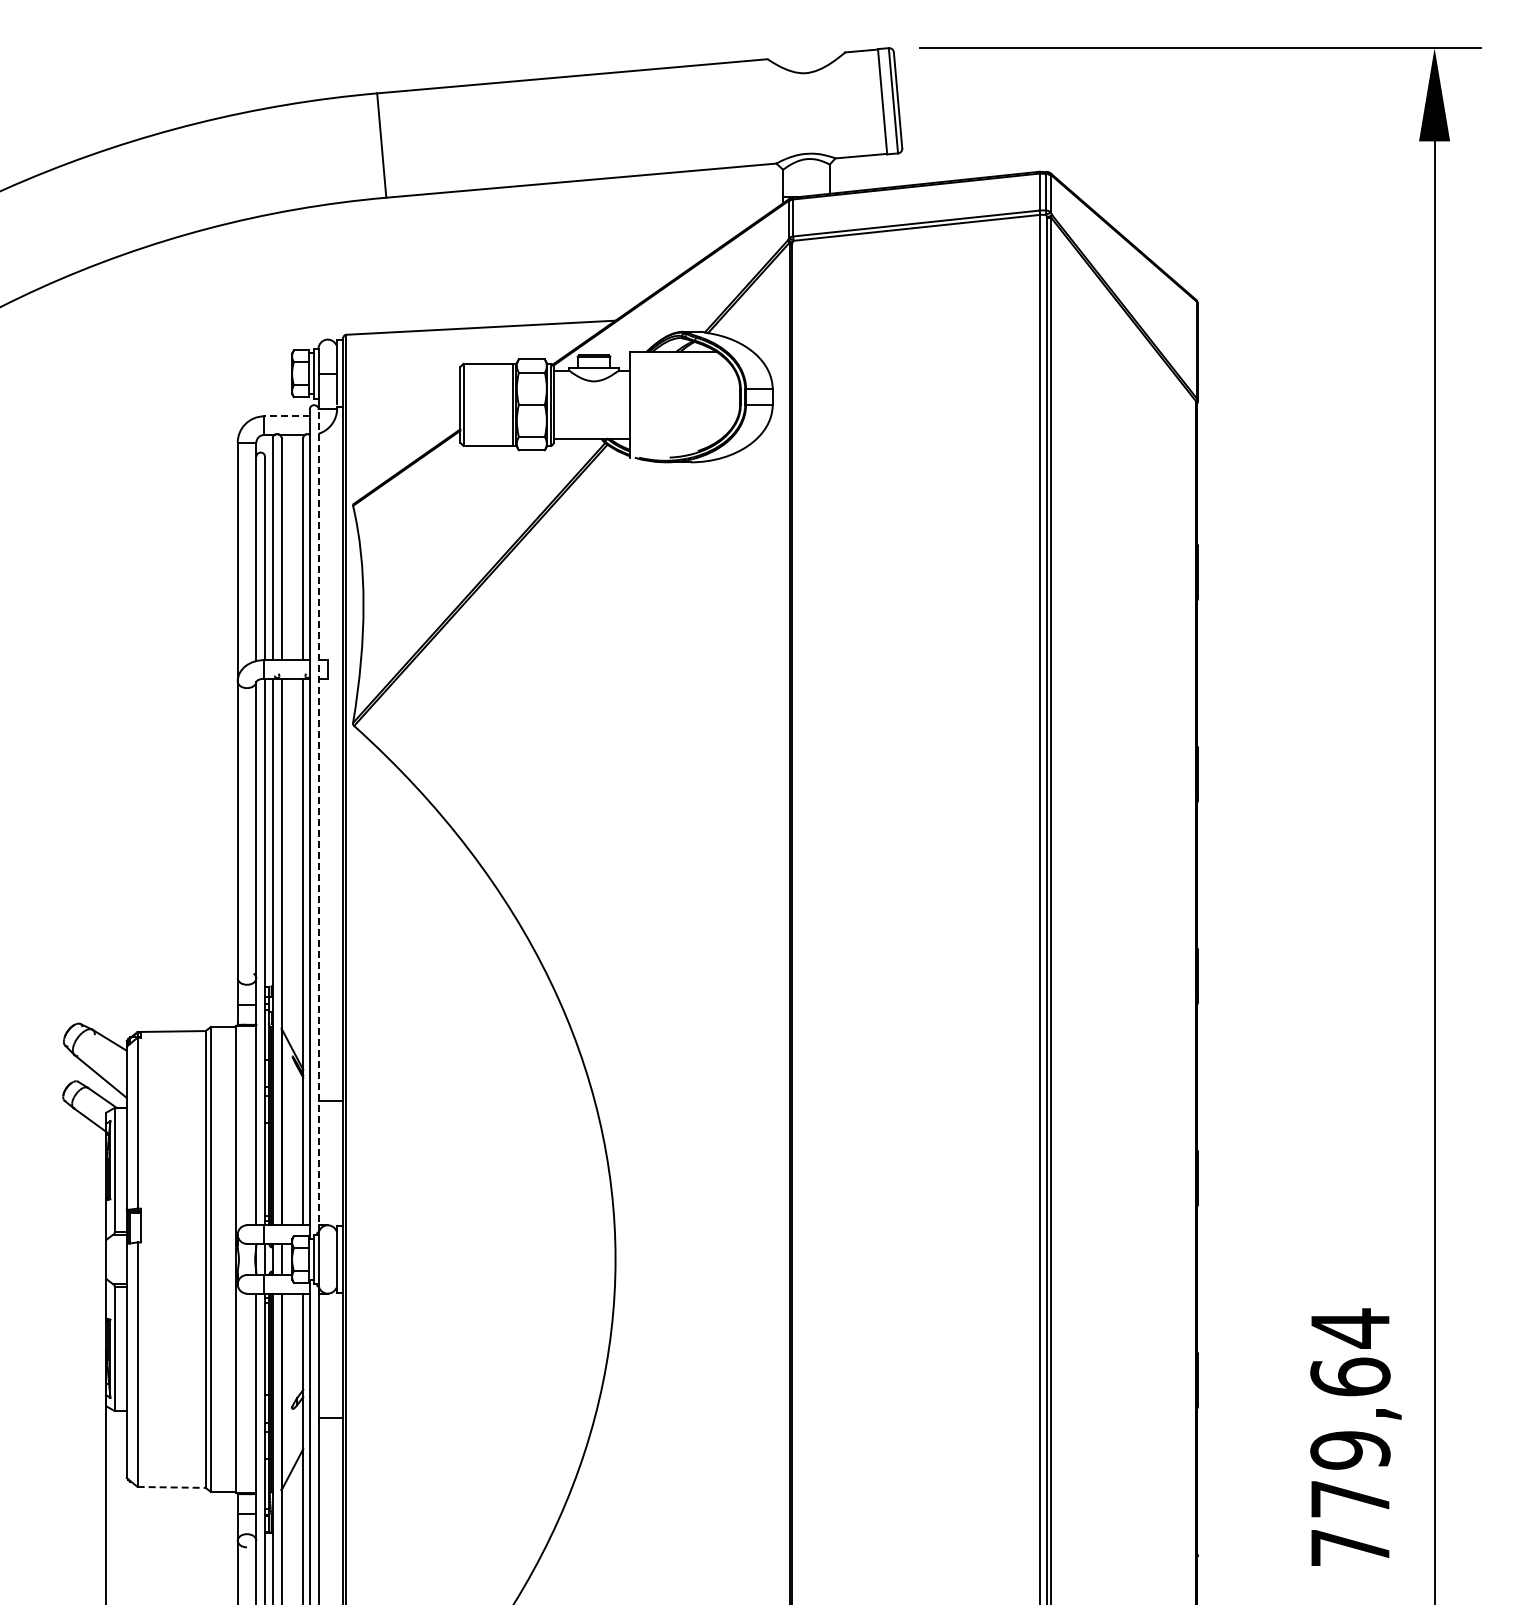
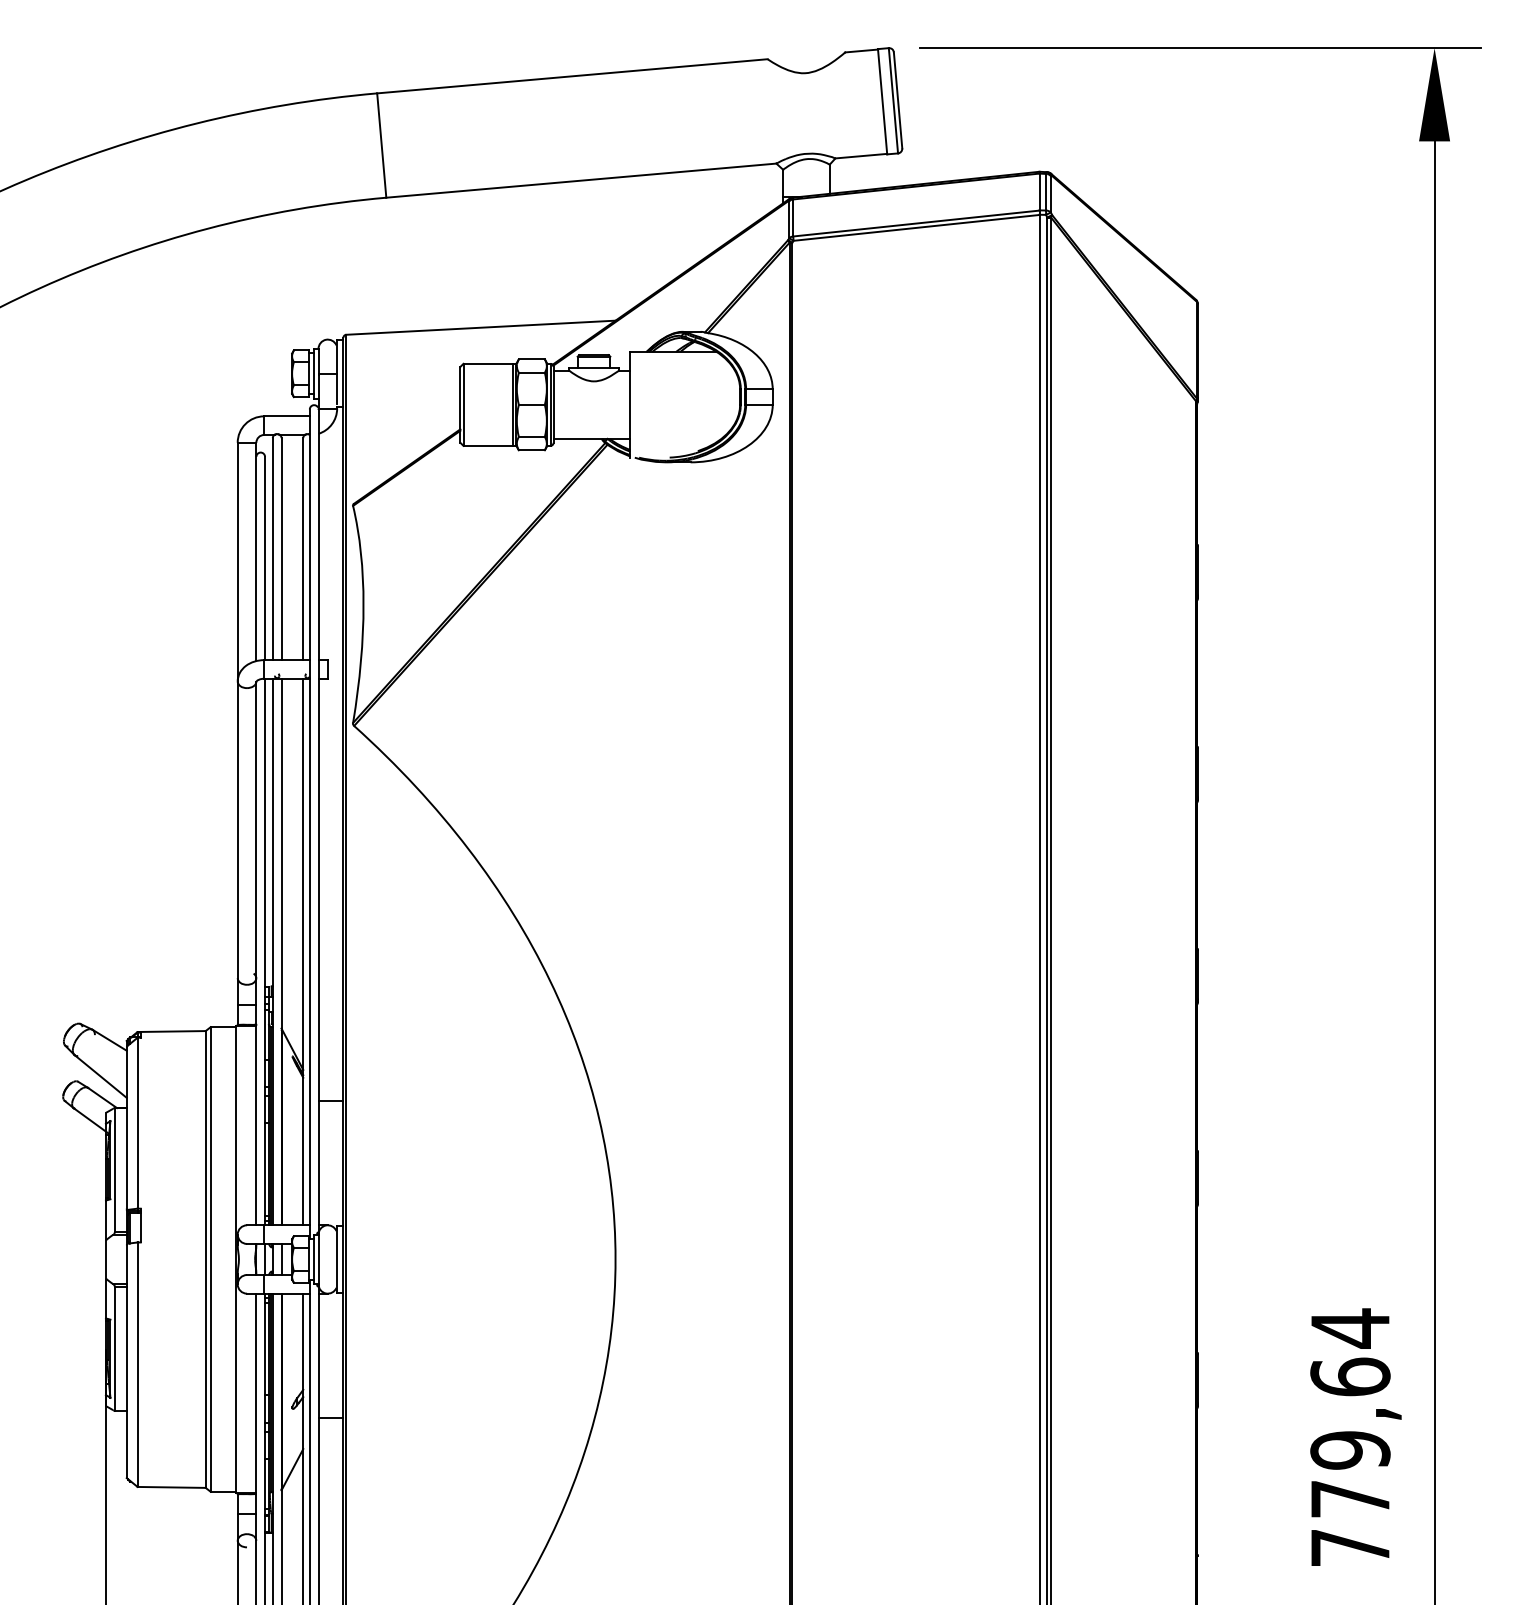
line at (286, 416): dashed -> solid
line at (318, 821): dashed -> solid
line at (172, 1487): dashed -> solid
